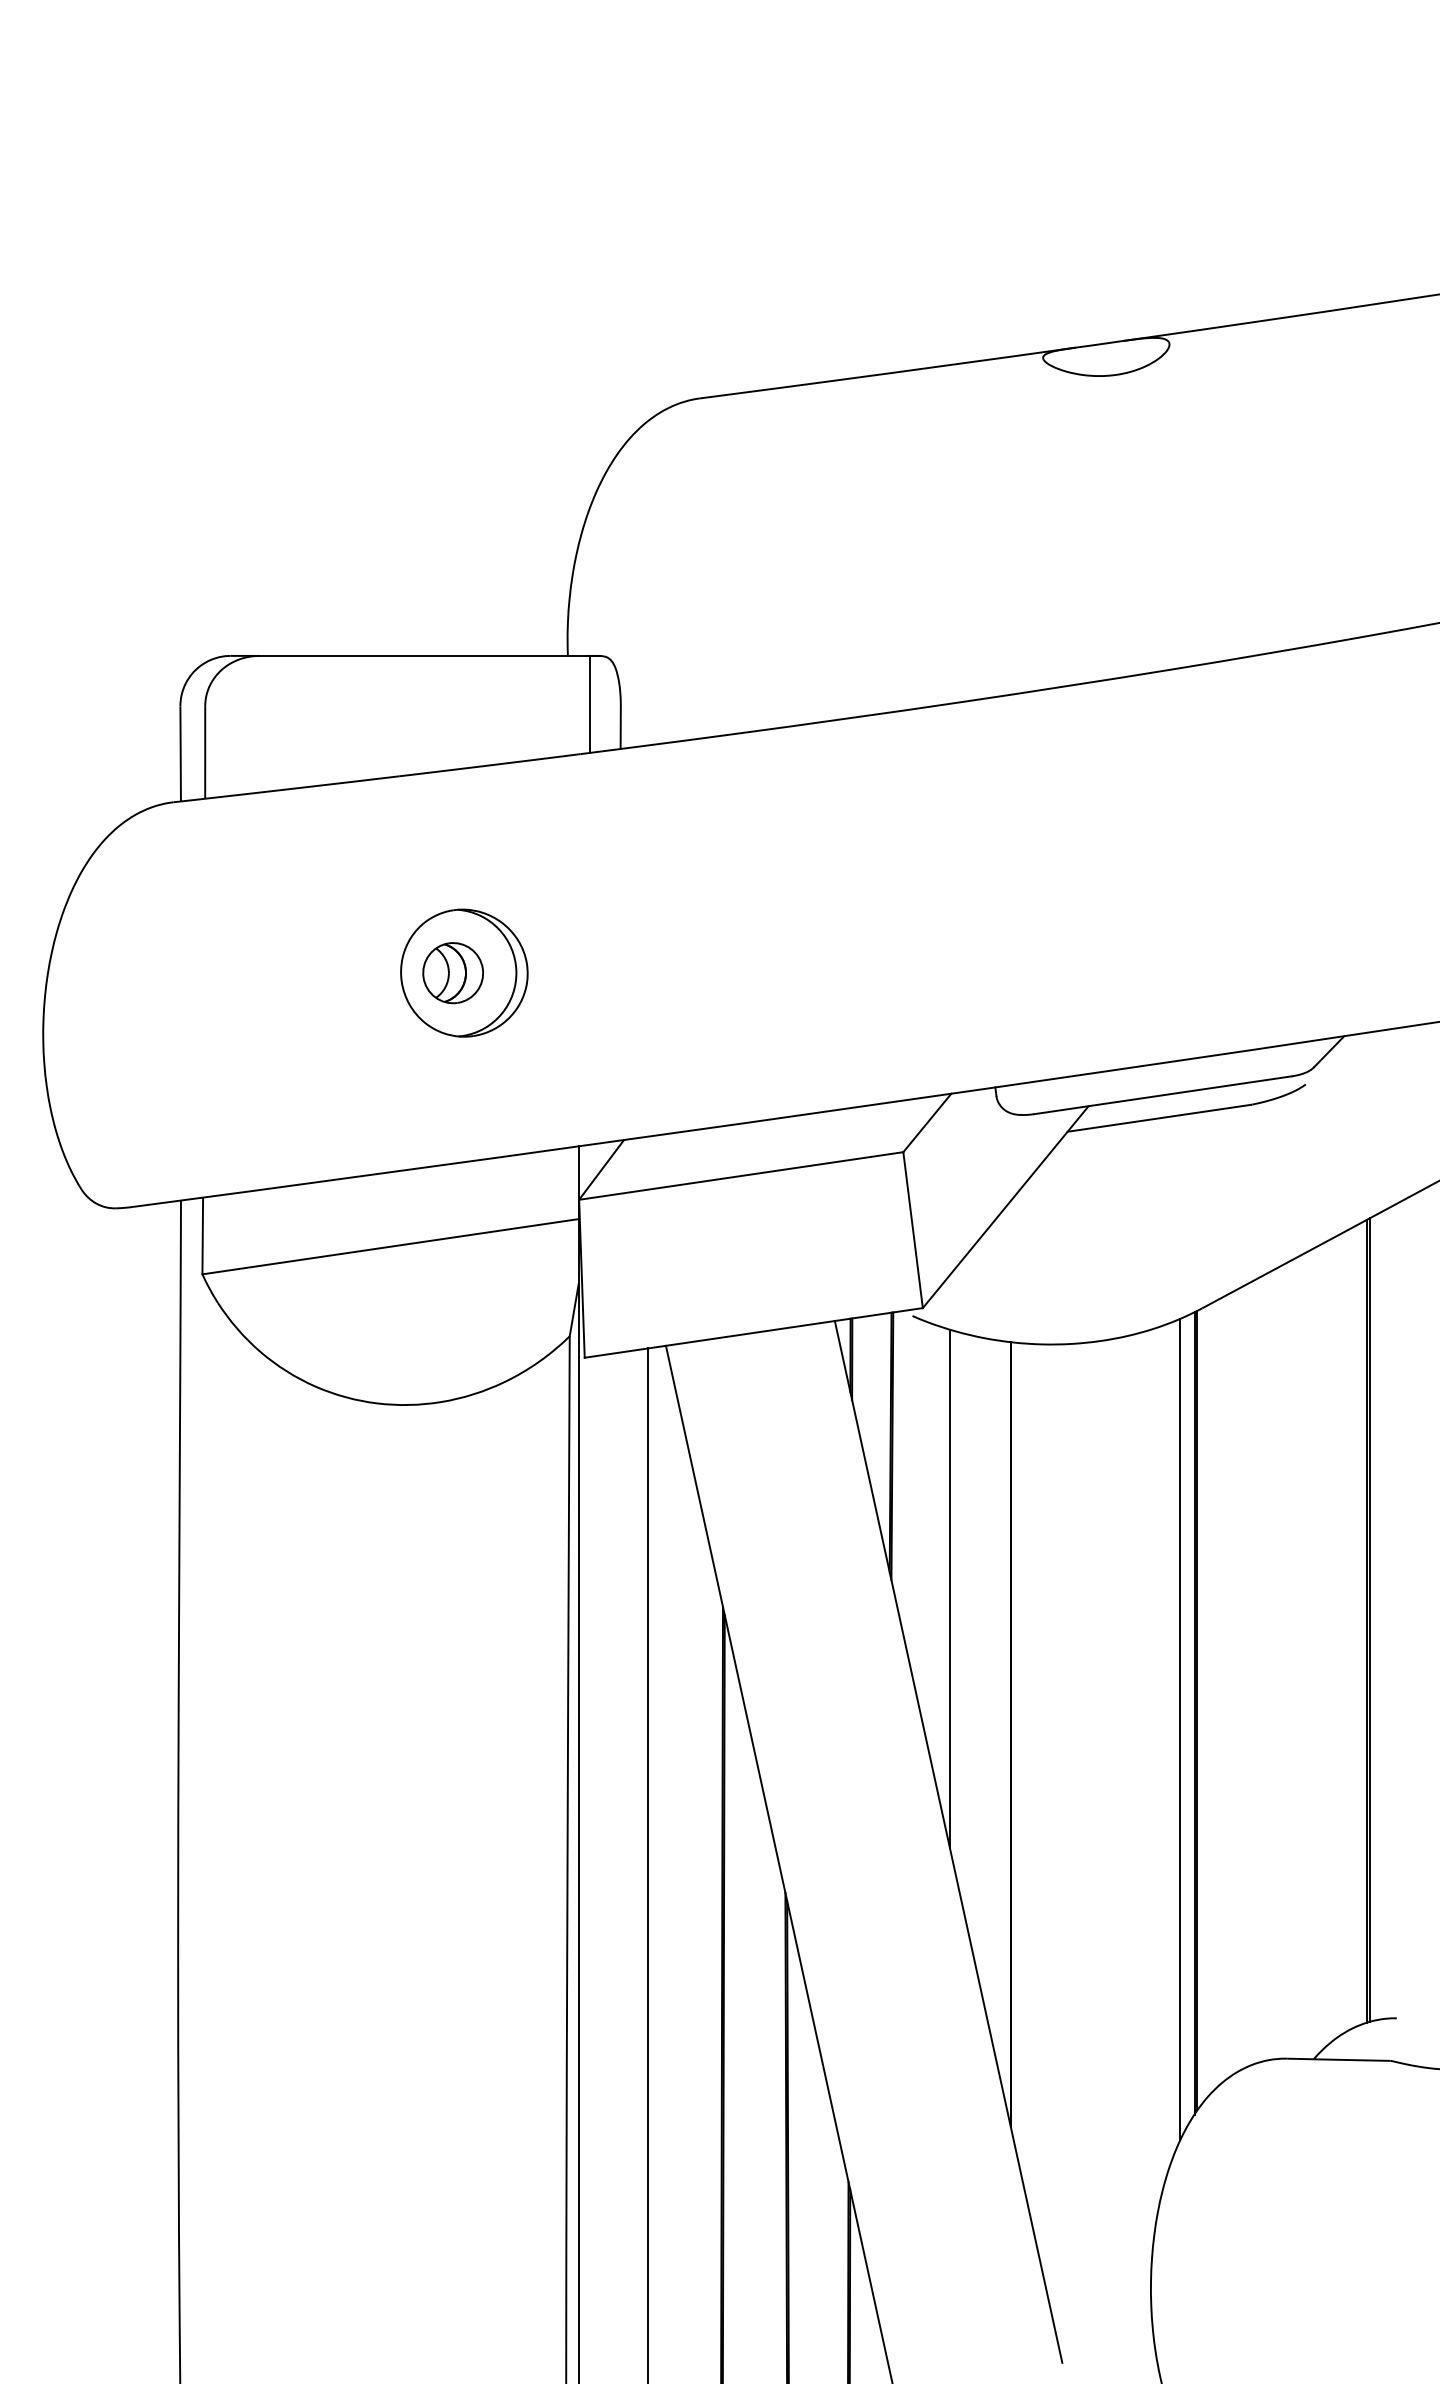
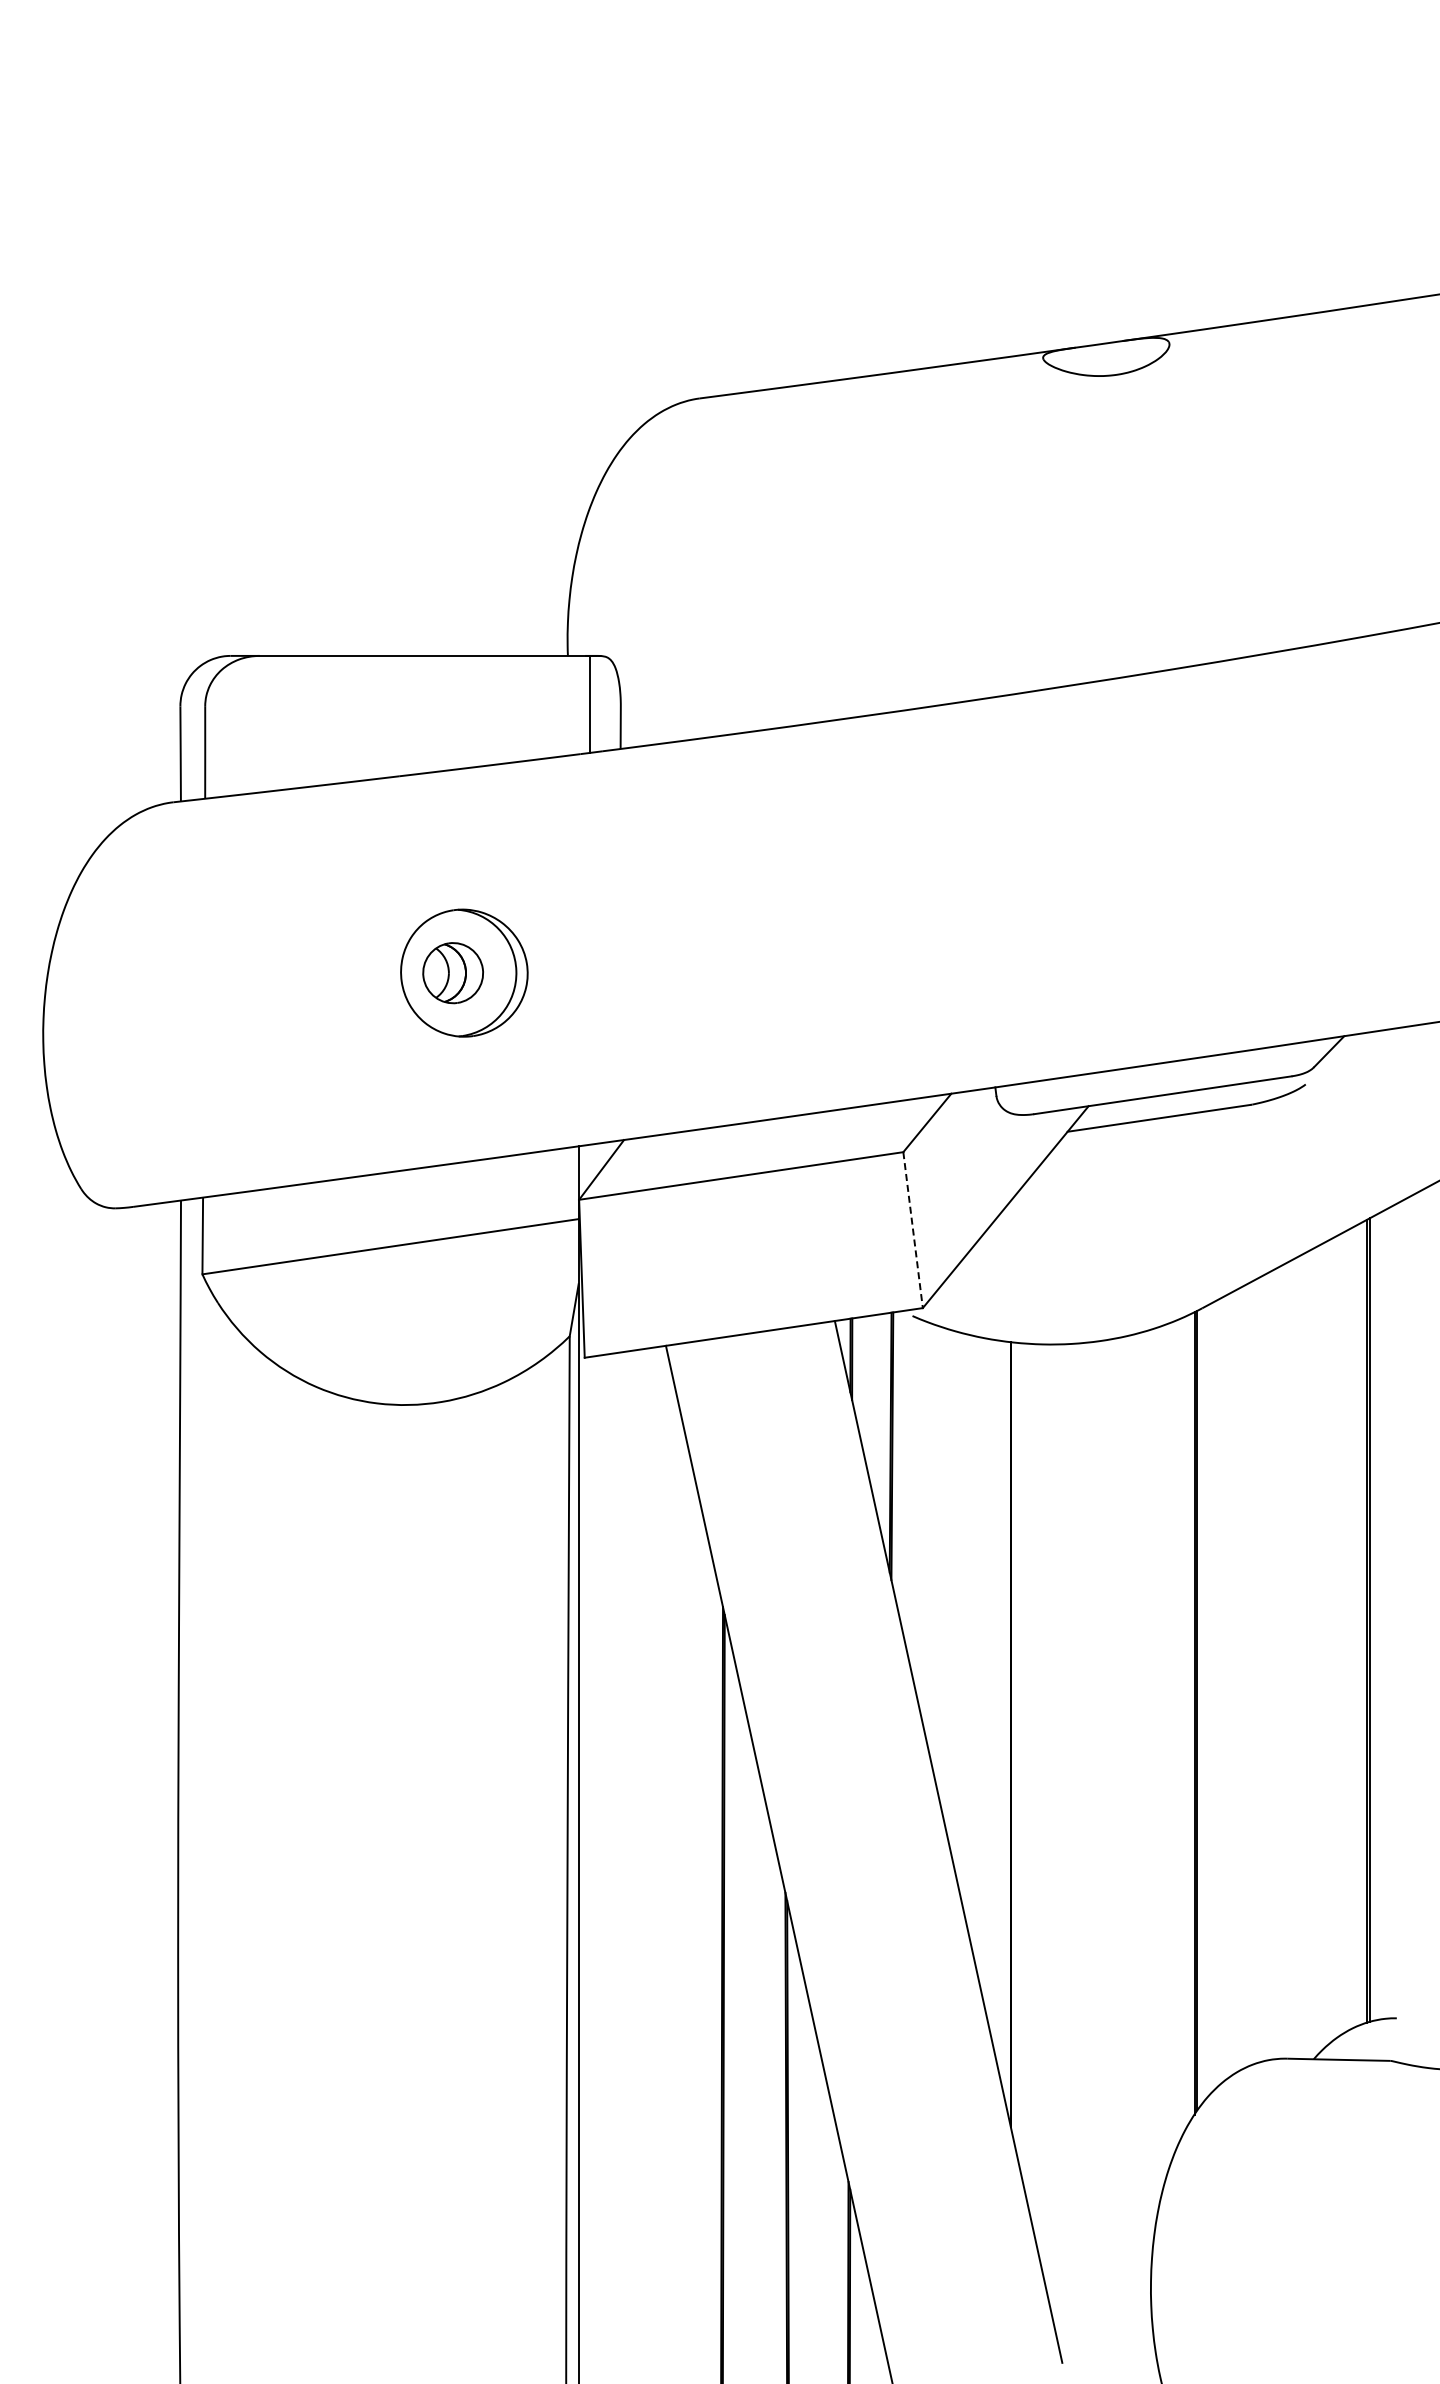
line at (913, 1230): solid -> dashed
line at (949, 1588): present -> none
line at (1180, 1728): present -> none
line at (647, 1864): present -> none
